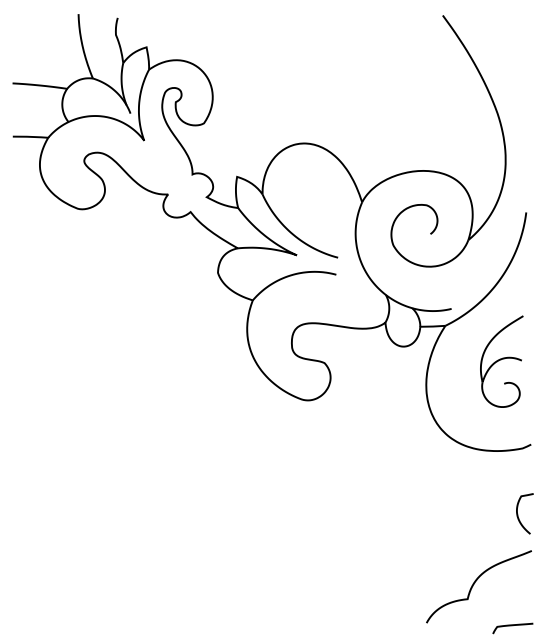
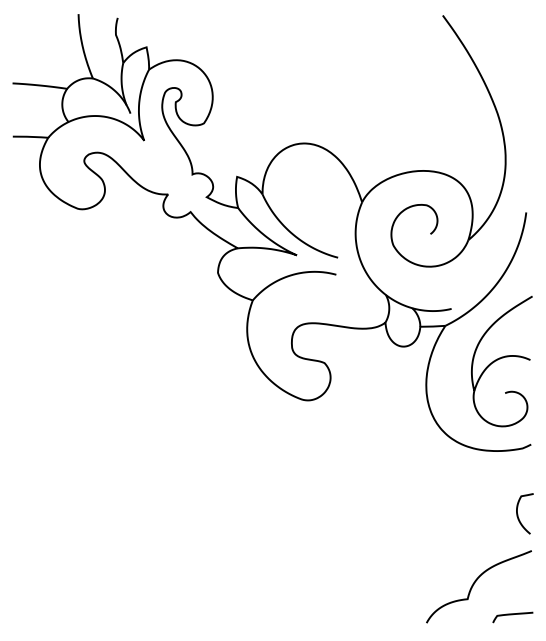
part at (501, 361) size: 44x93 px -> 62x132 px
curve at (512, 626) position: (512, 626) -> (512, 615)
